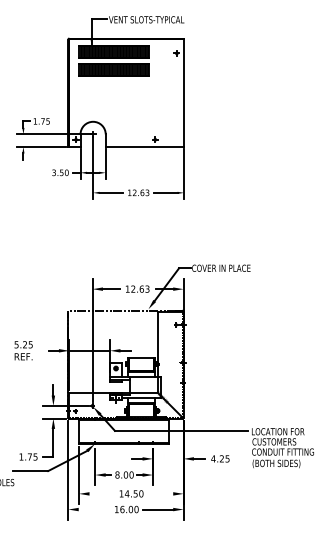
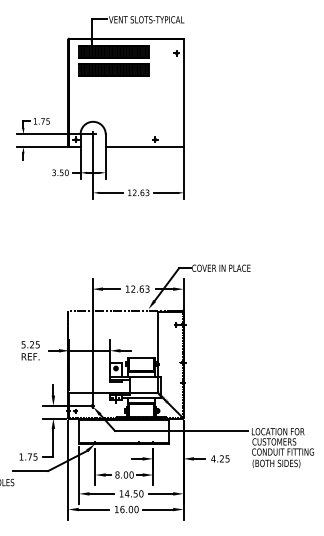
text at (23, 350) position: (23, 350) -> (30, 350)
line at (101, 493): none -> present
line at (161, 493): none -> present
line at (93, 509): none -> present
